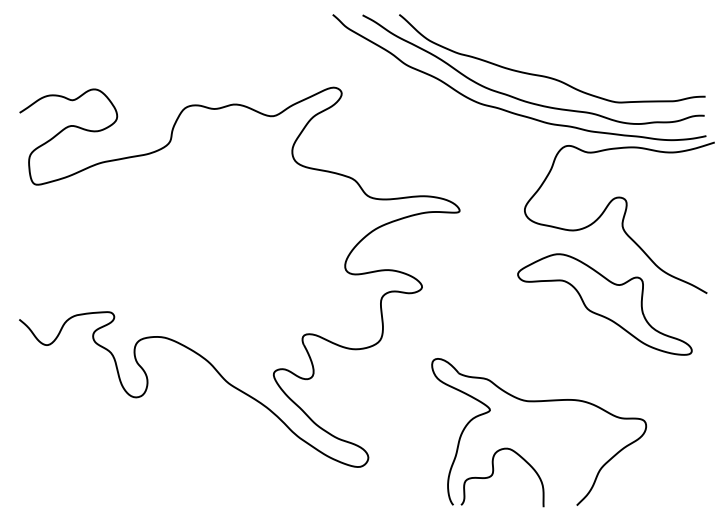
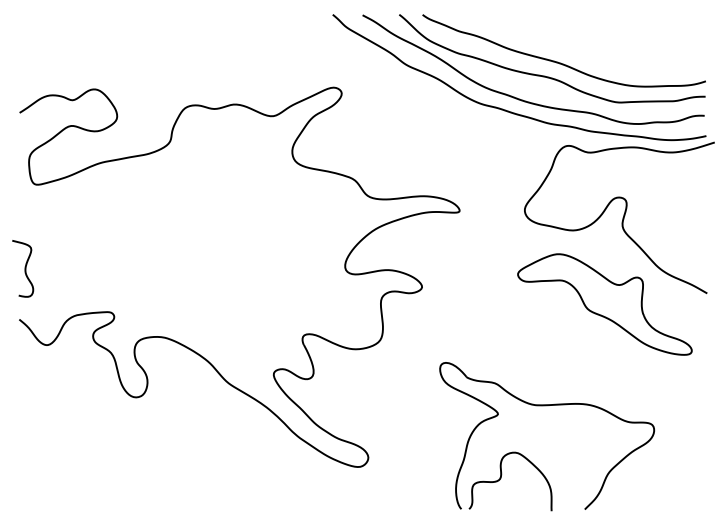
curve at (560, 62): none -> present
curve at (24, 268): none -> present
part at (522, 456) position: (522, 456) -> (530, 460)
